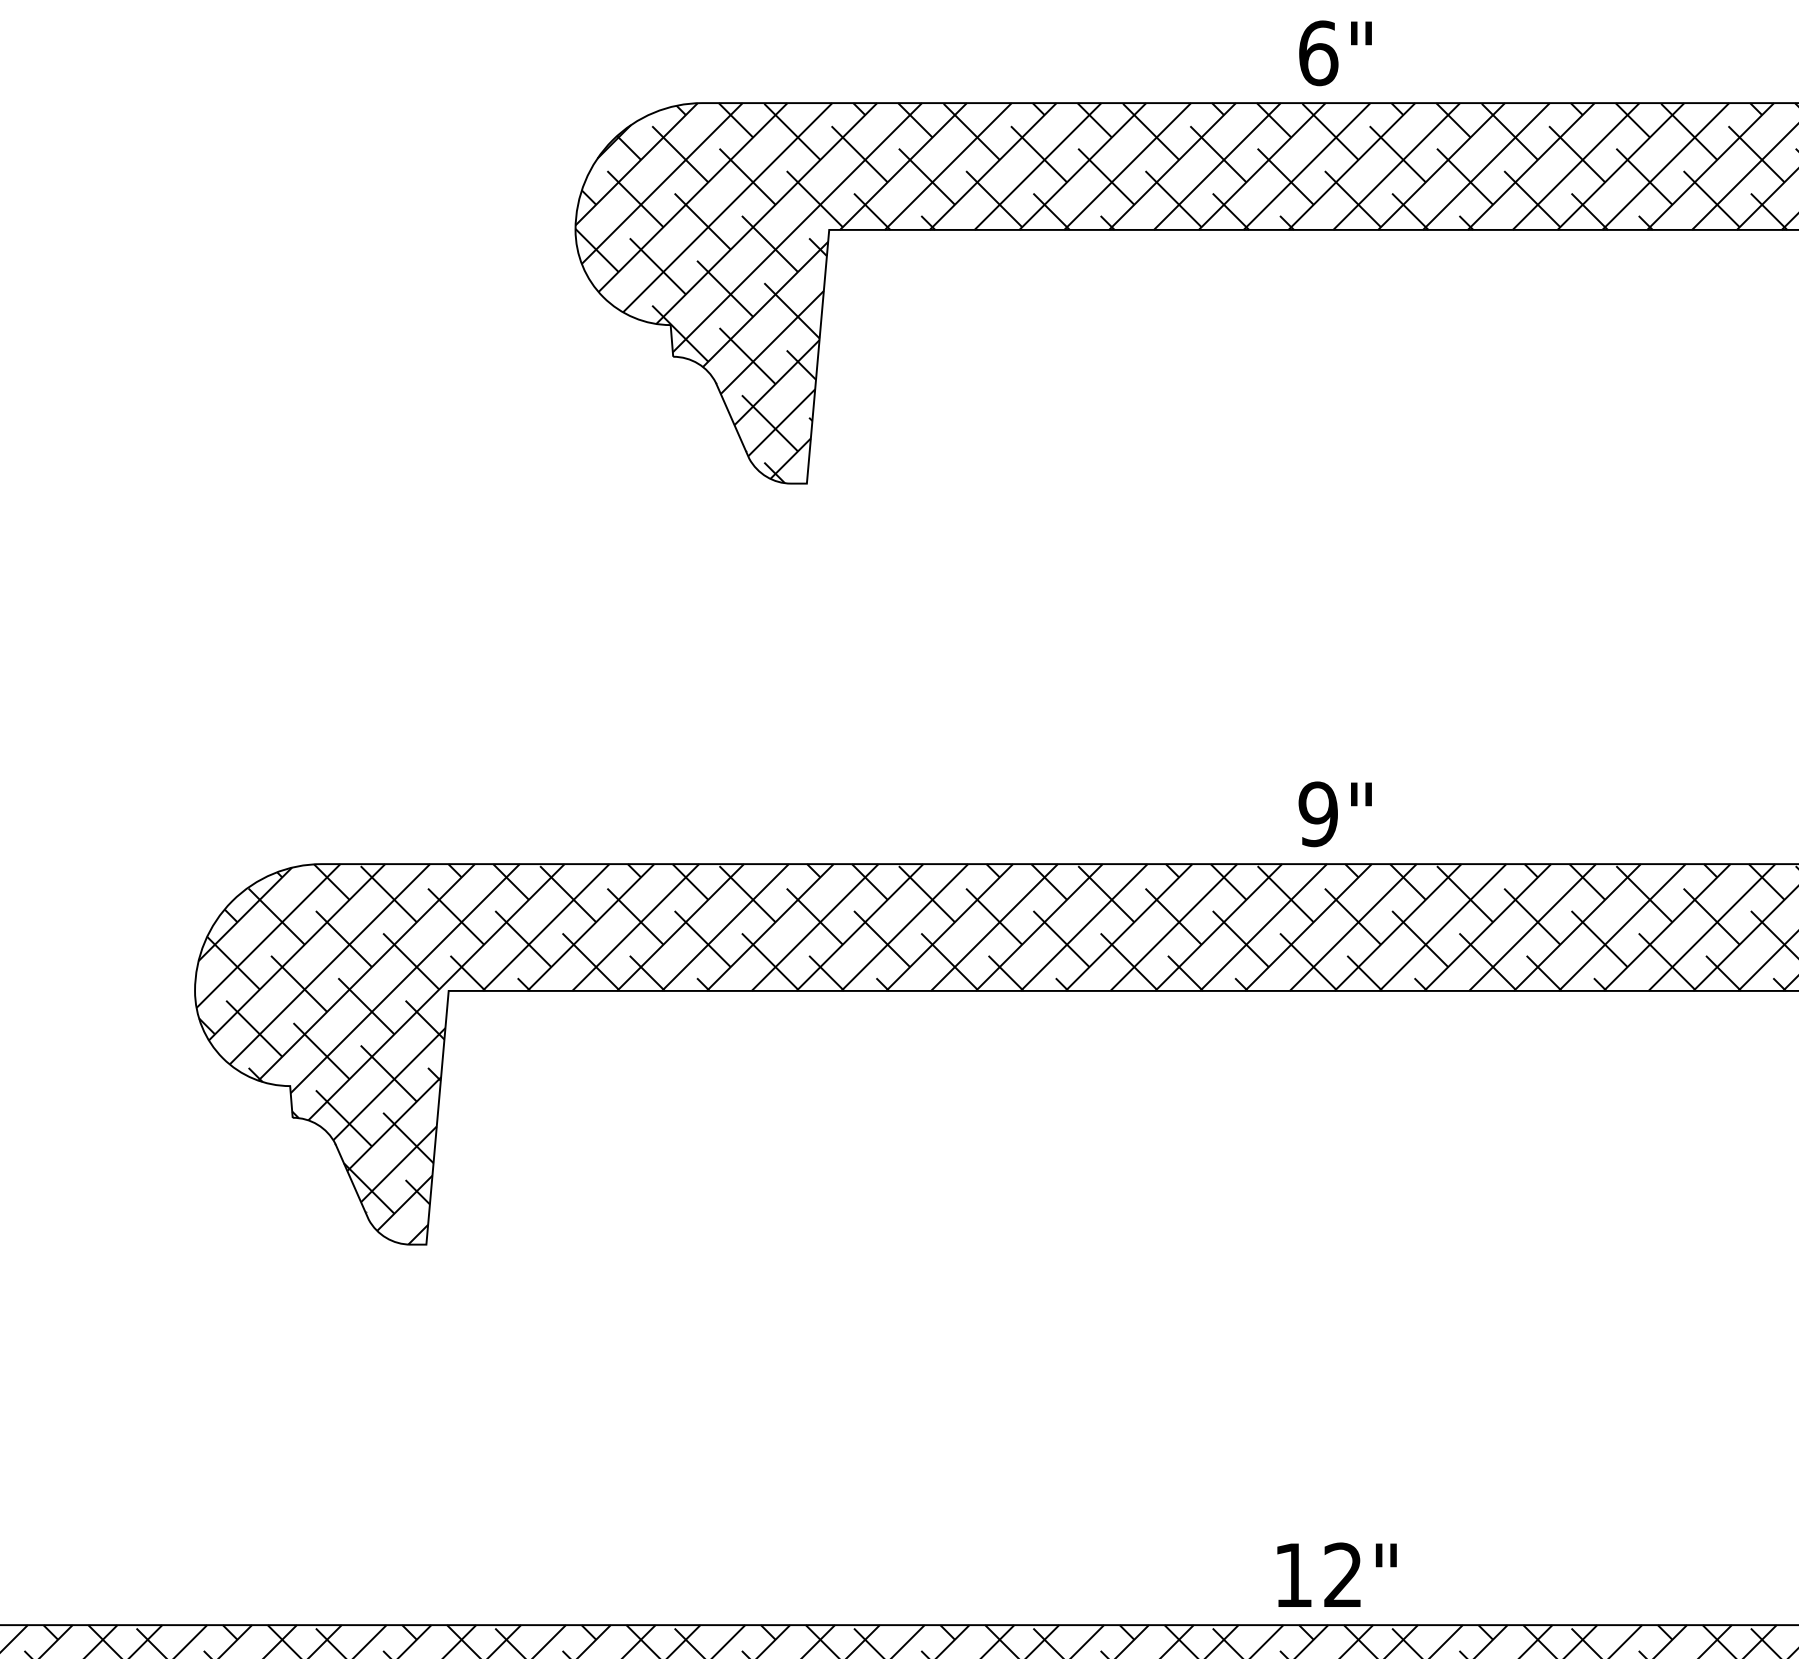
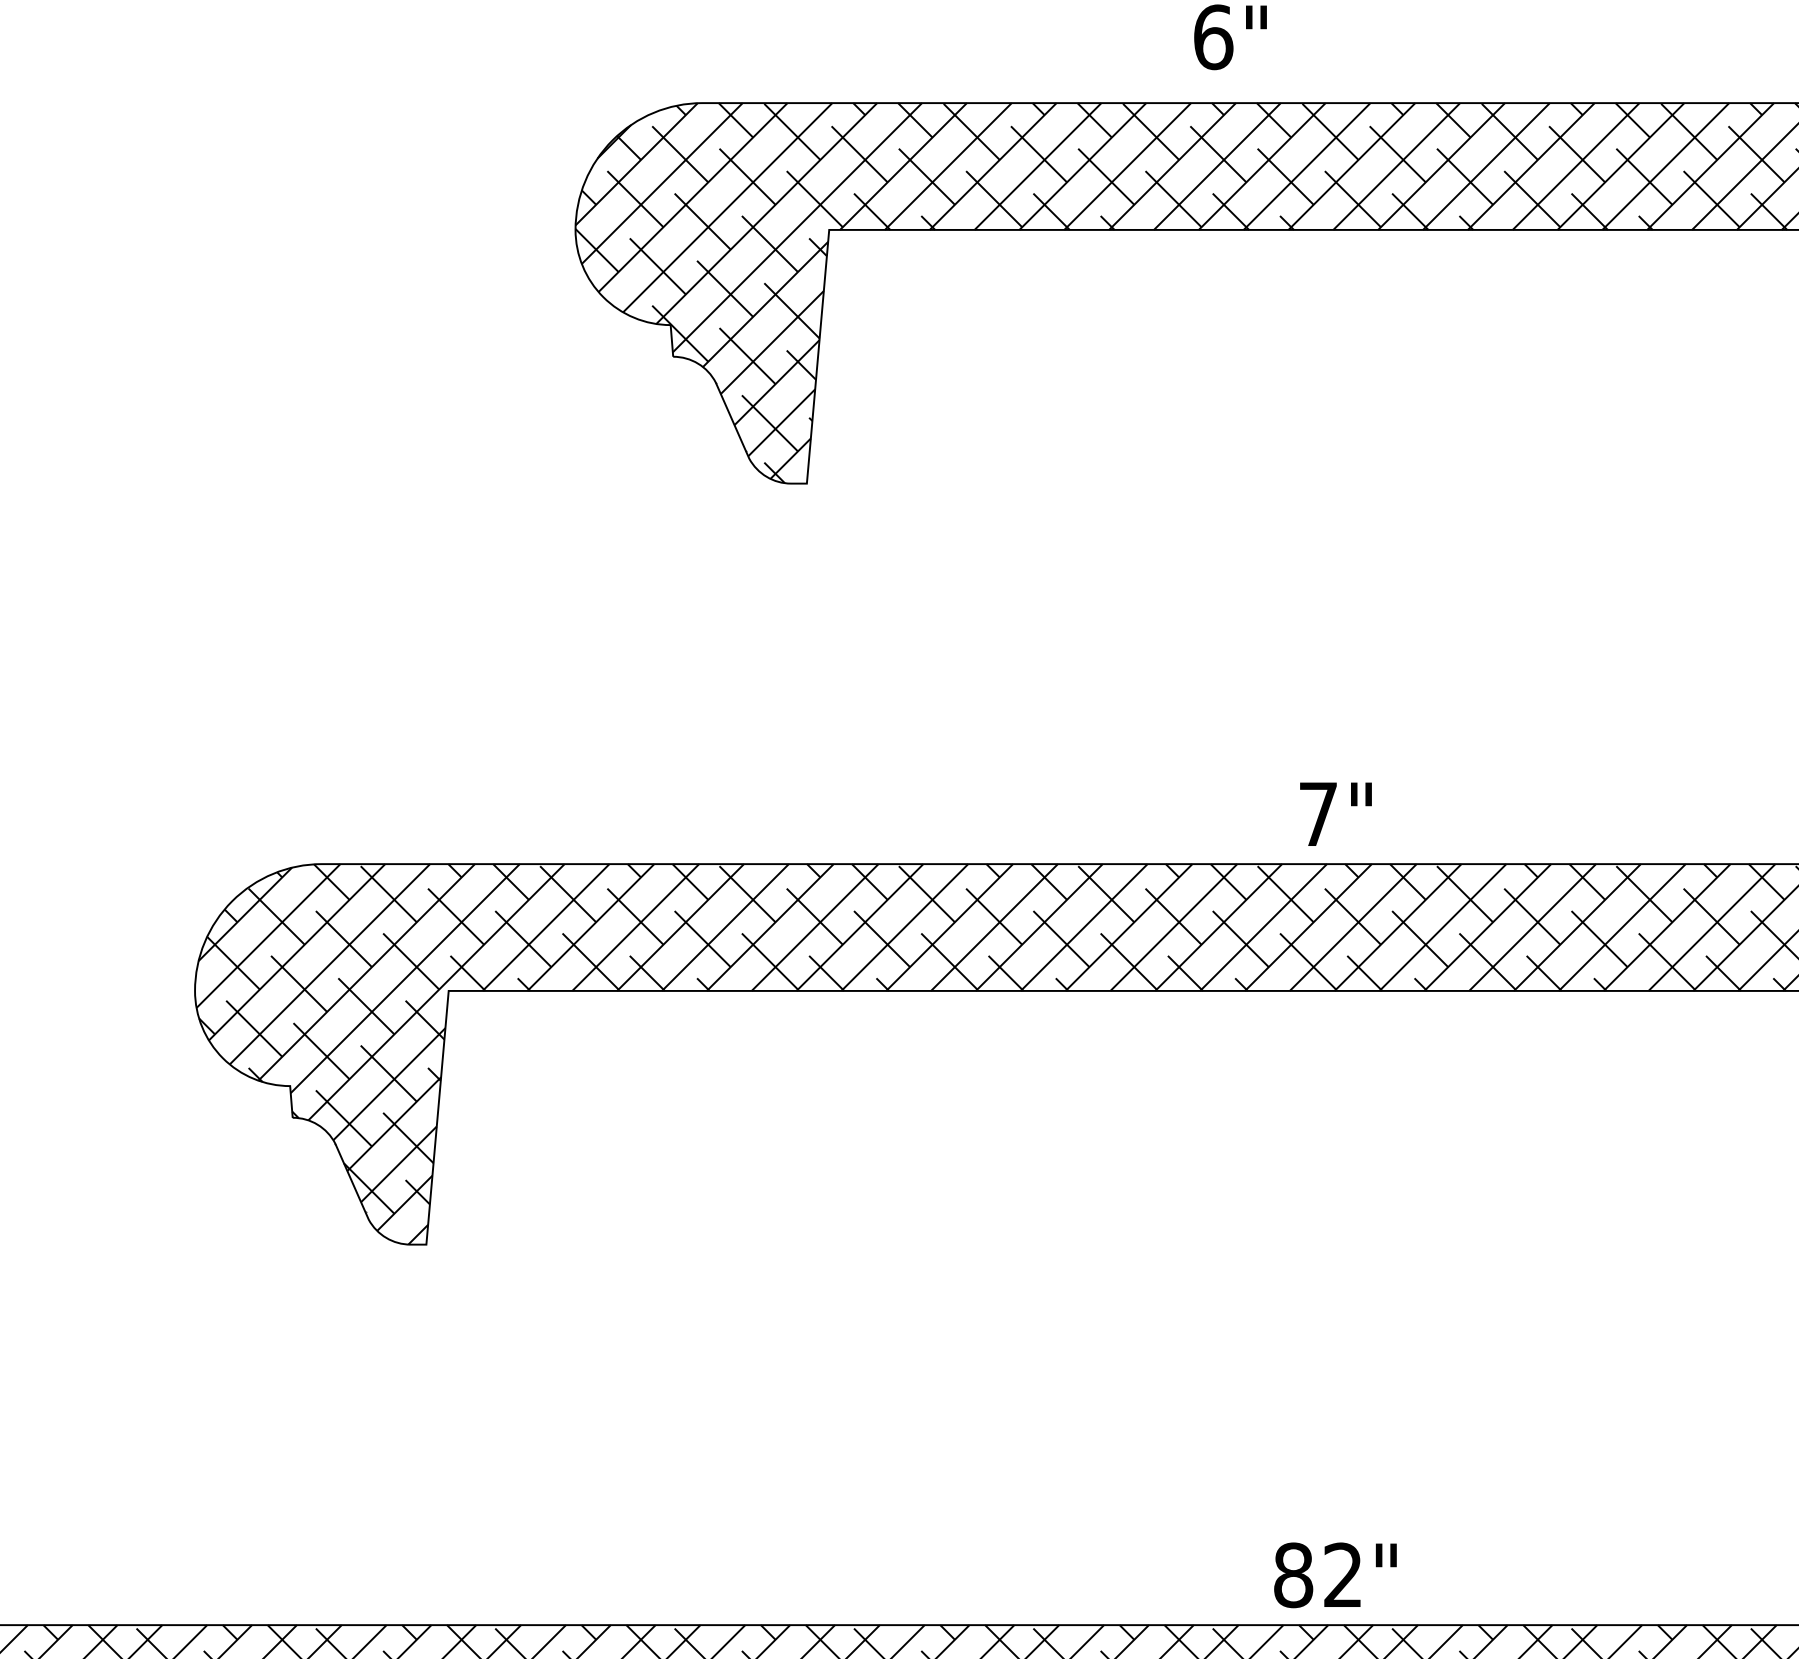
text at (1335, 53) position: (1335, 53) -> (1230, 37)
text at (1317, 814): 9" -> 7"
text at (1293, 1575): 12" -> 82"
